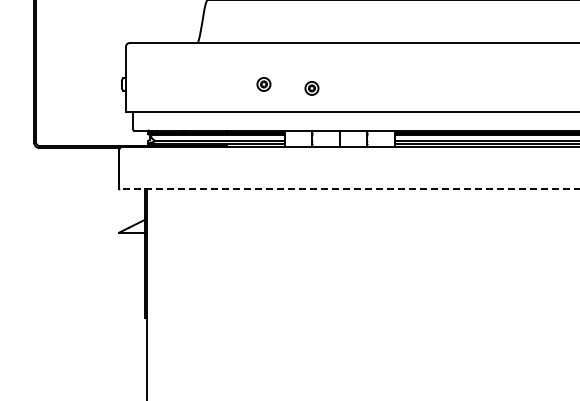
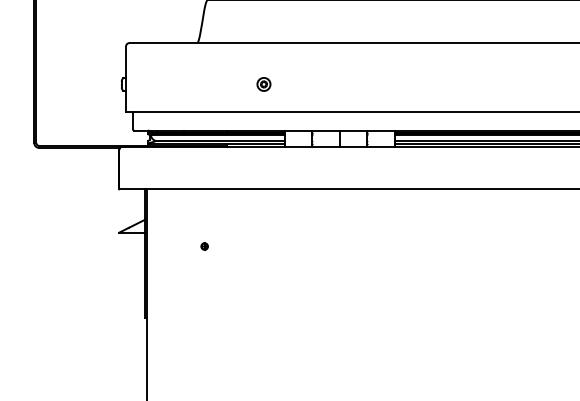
part at (311, 88): present -> none
line at (349, 188): dashed -> solid
part at (204, 246): none -> present
